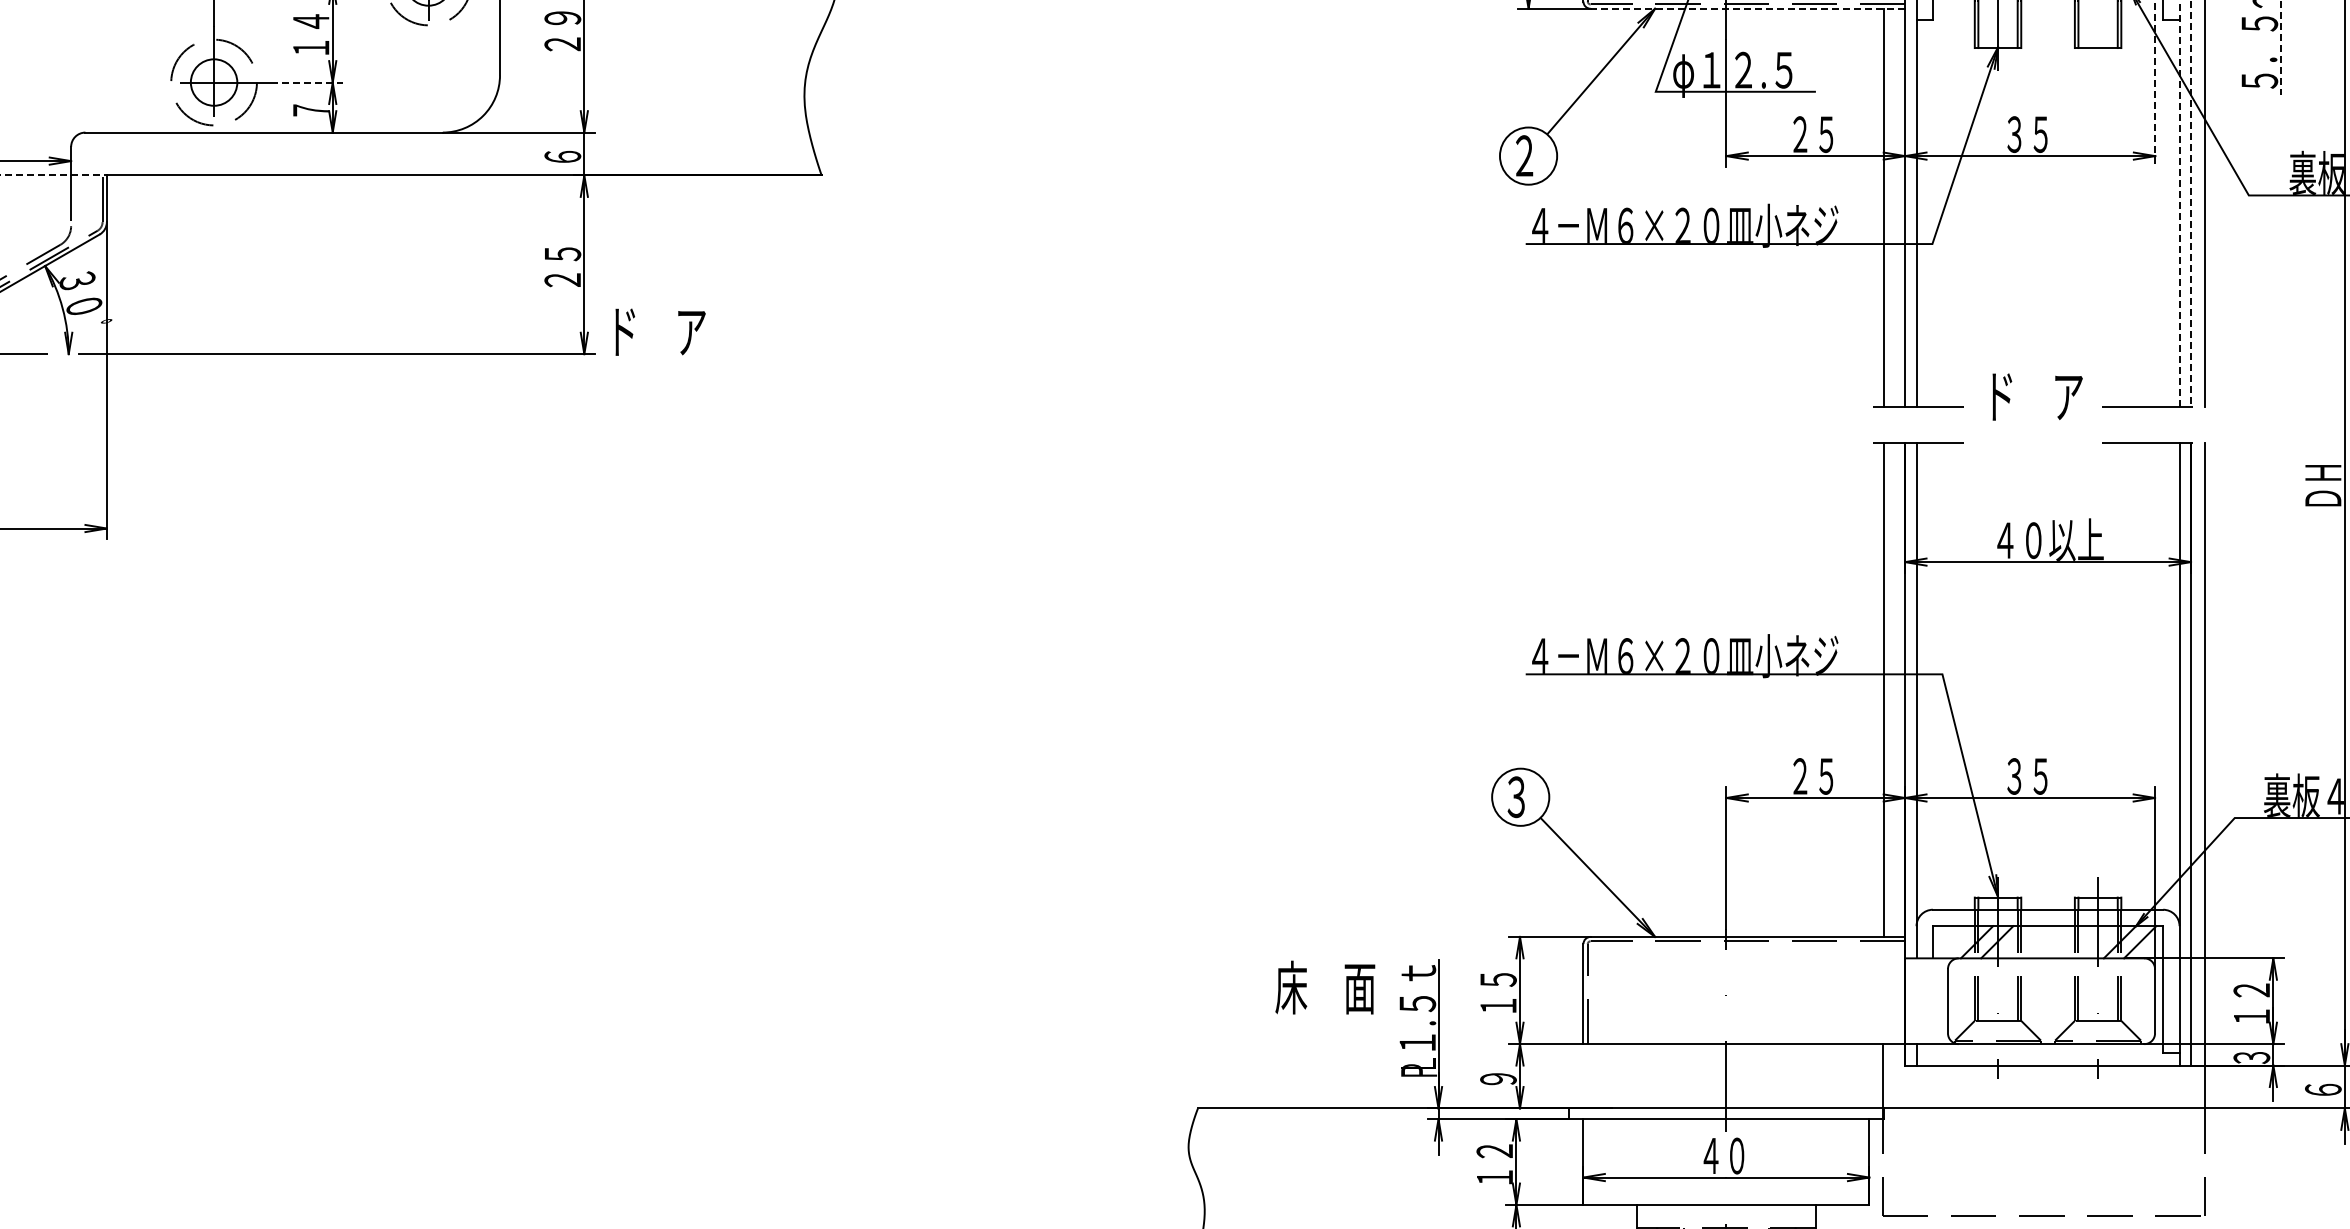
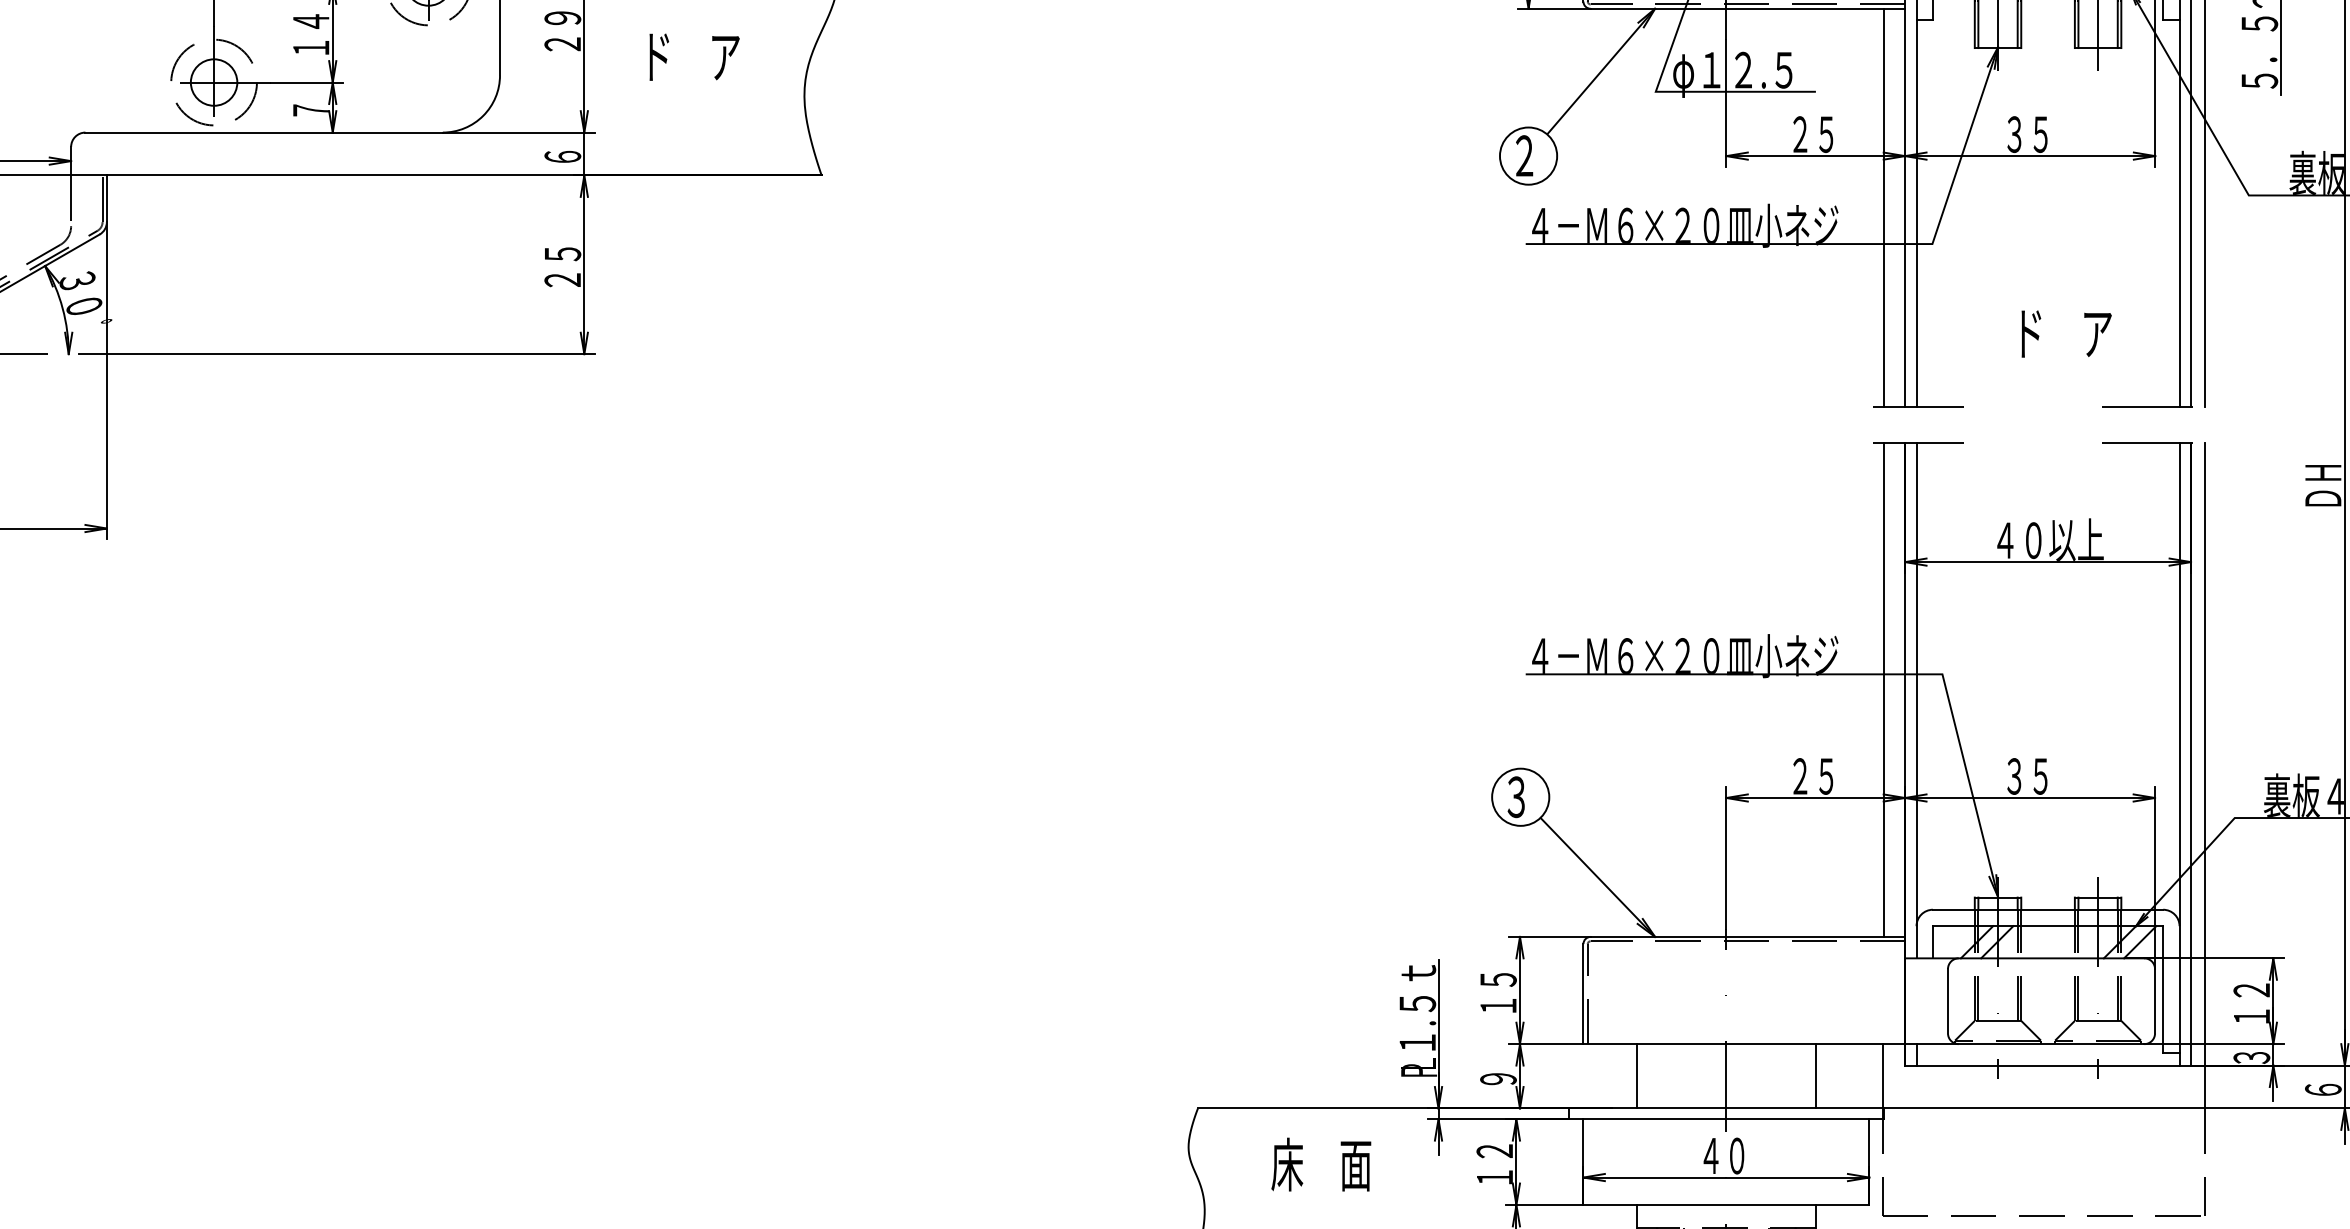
line at (1747, 8): dashed -> solid
line at (2098, 36): none -> present
line at (2281, 47): dashed -> solid
line at (307, 82): dashed -> solid
line at (2155, 83): dashed -> solid
line at (53, 175): dashed -> solid
line at (2179, 203): dashed -> solid
line at (2191, 204): dashed -> solid
text at (660, 331) position: (660, 331) -> (694, 56)
text at (2037, 396) position: (2037, 396) -> (2066, 333)
text at (1325, 987) position: (1325, 987) -> (1321, 1164)
line at (1637, 1076): none -> present
line at (1815, 1076): none -> present
